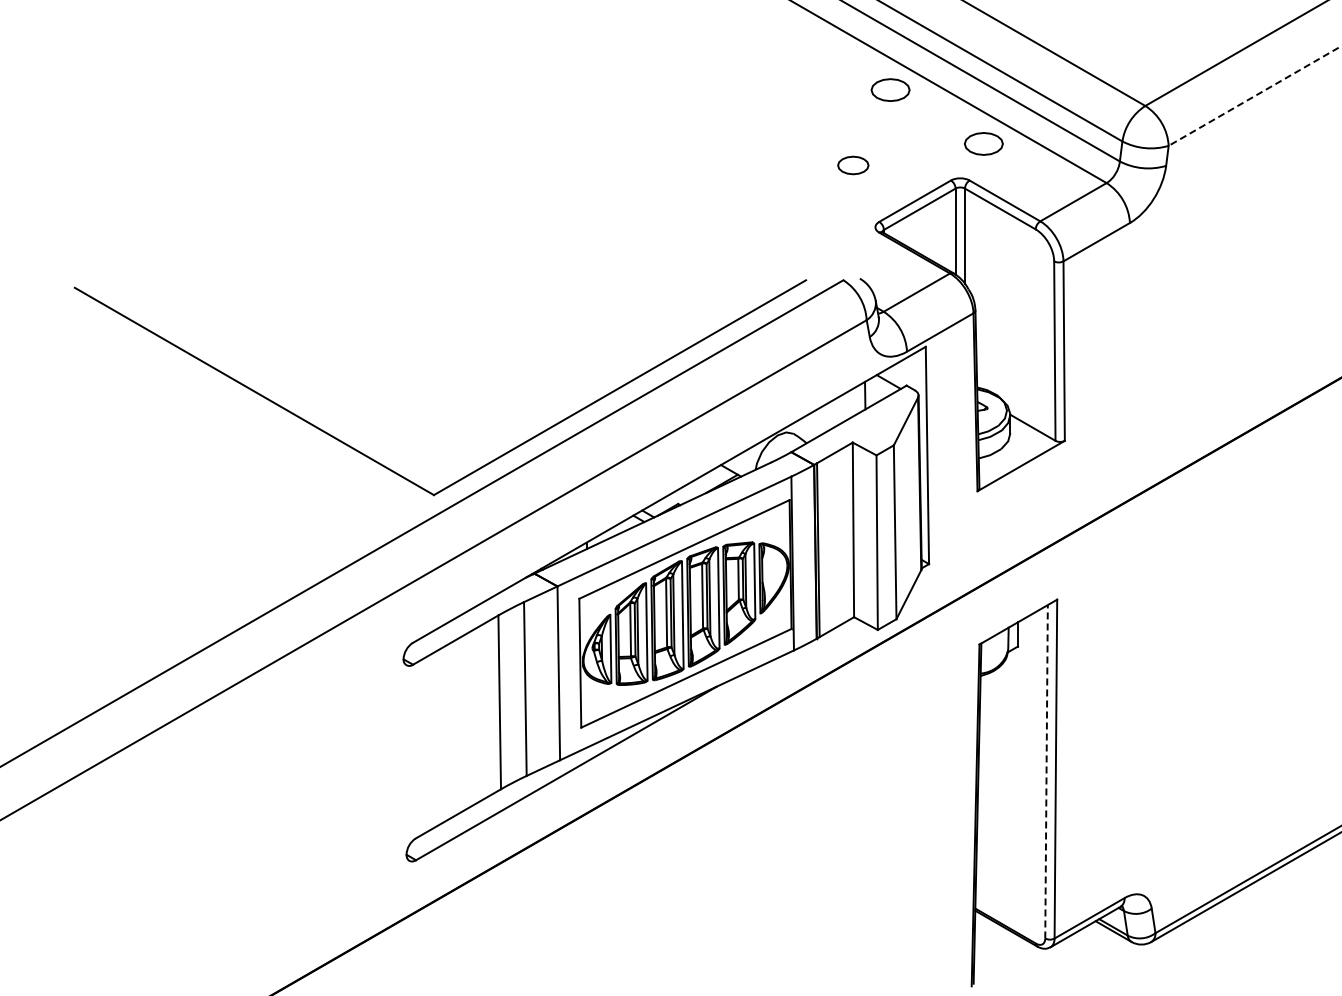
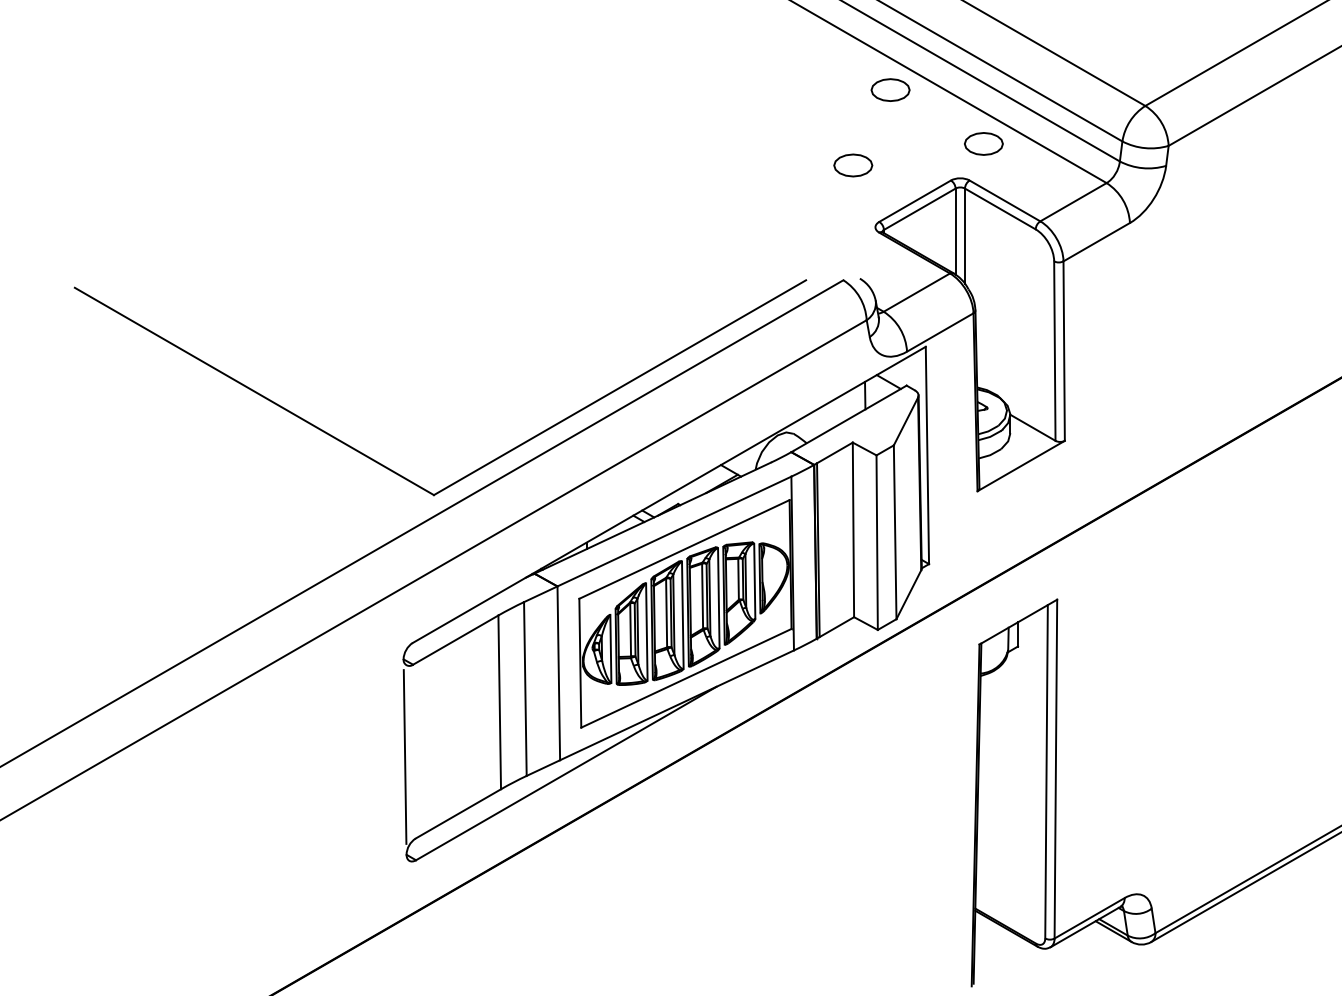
line at (1255, 95): dashed -> solid
part at (853, 165) size: 33x21 px -> 41x25 px
line at (404, 756): none -> present
line at (1046, 771): dashed -> solid
